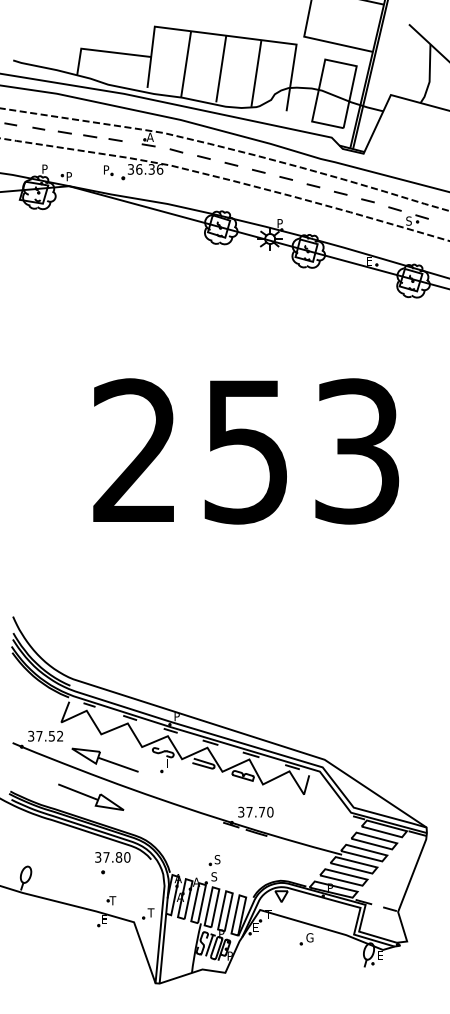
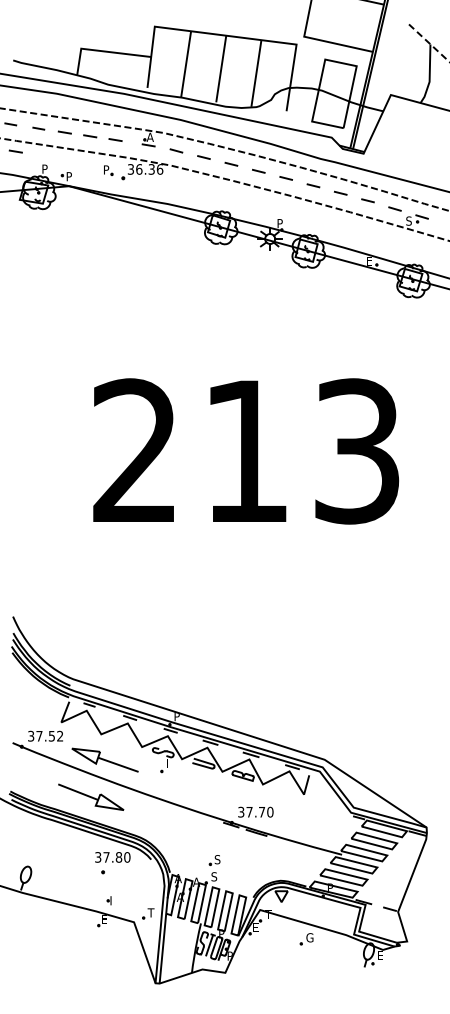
line at (429, 43): solid -> dashed
line at (15, 151): none -> present
text at (245, 452): 253 -> 213
text at (112, 900): T -> I
